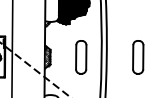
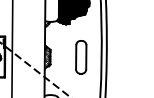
part at (138, 57): present -> none
